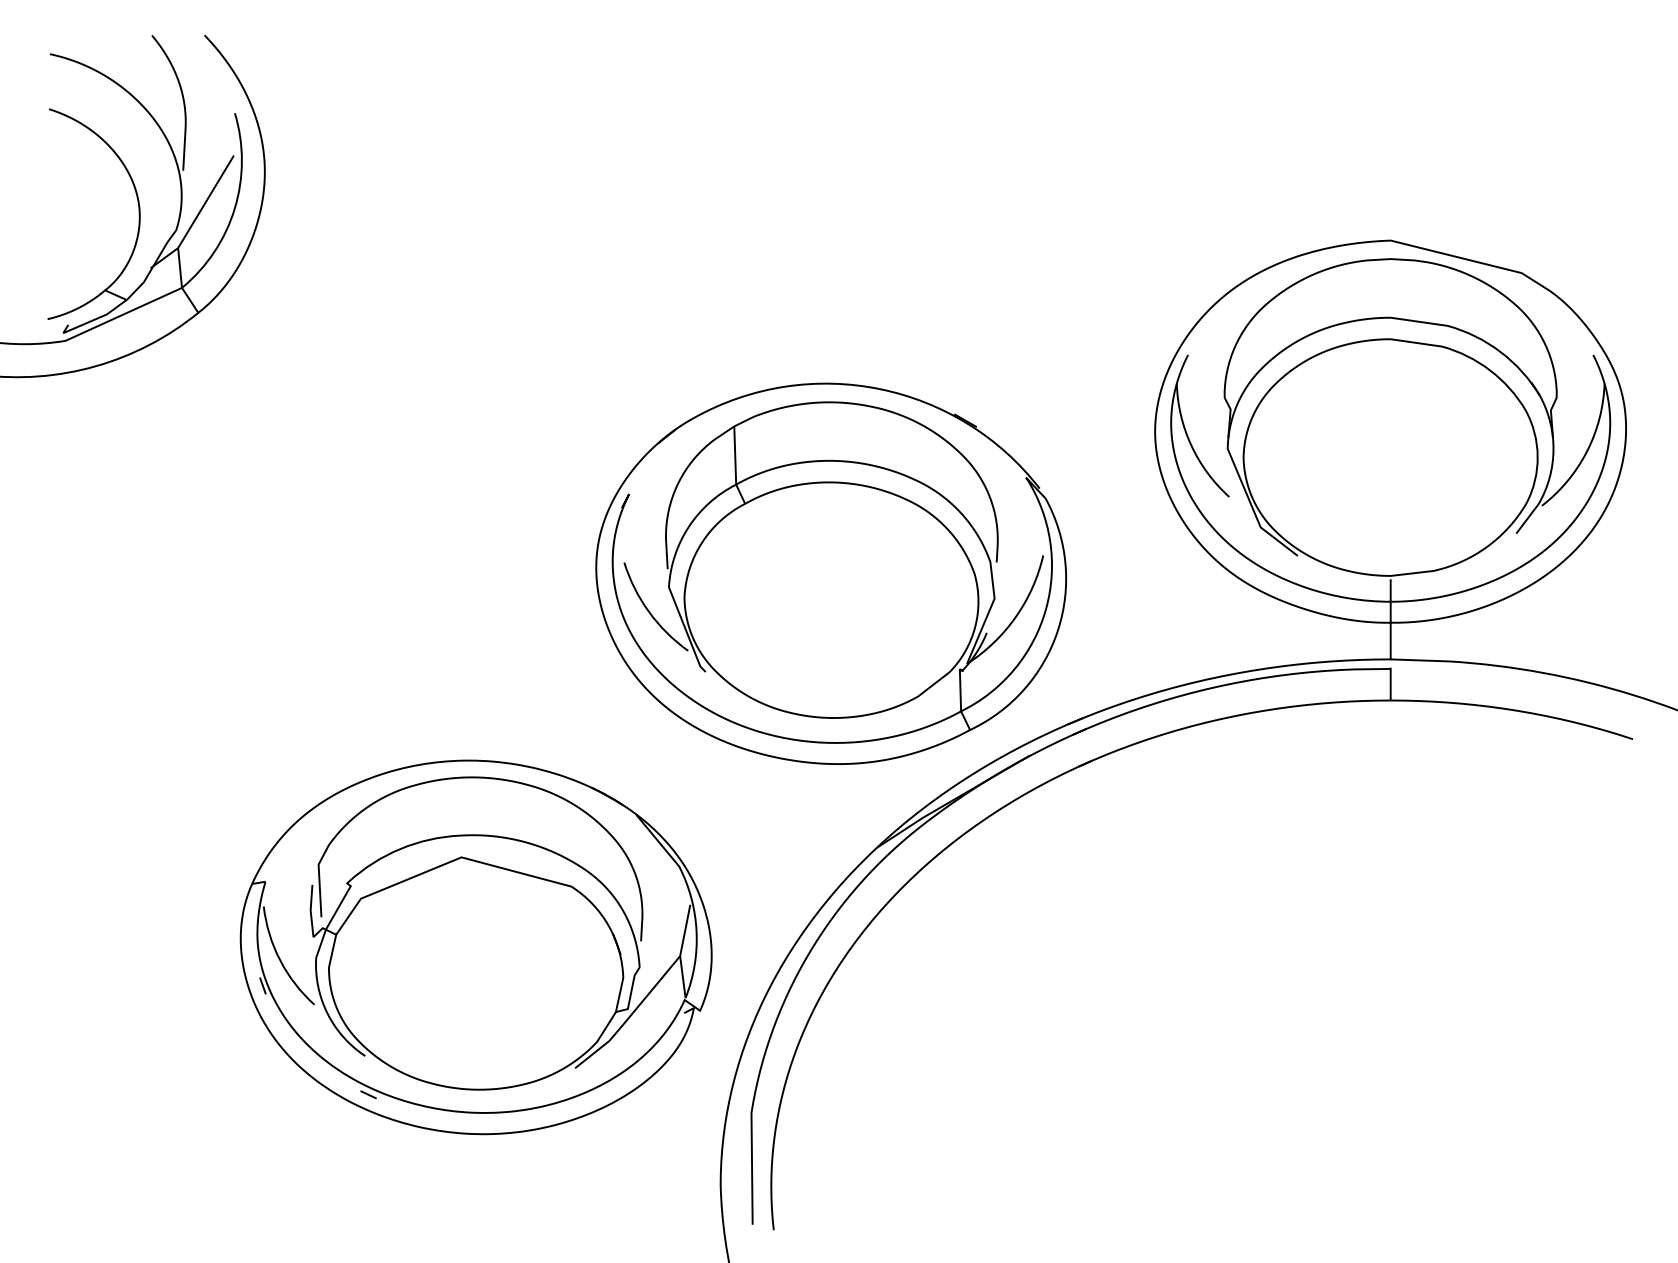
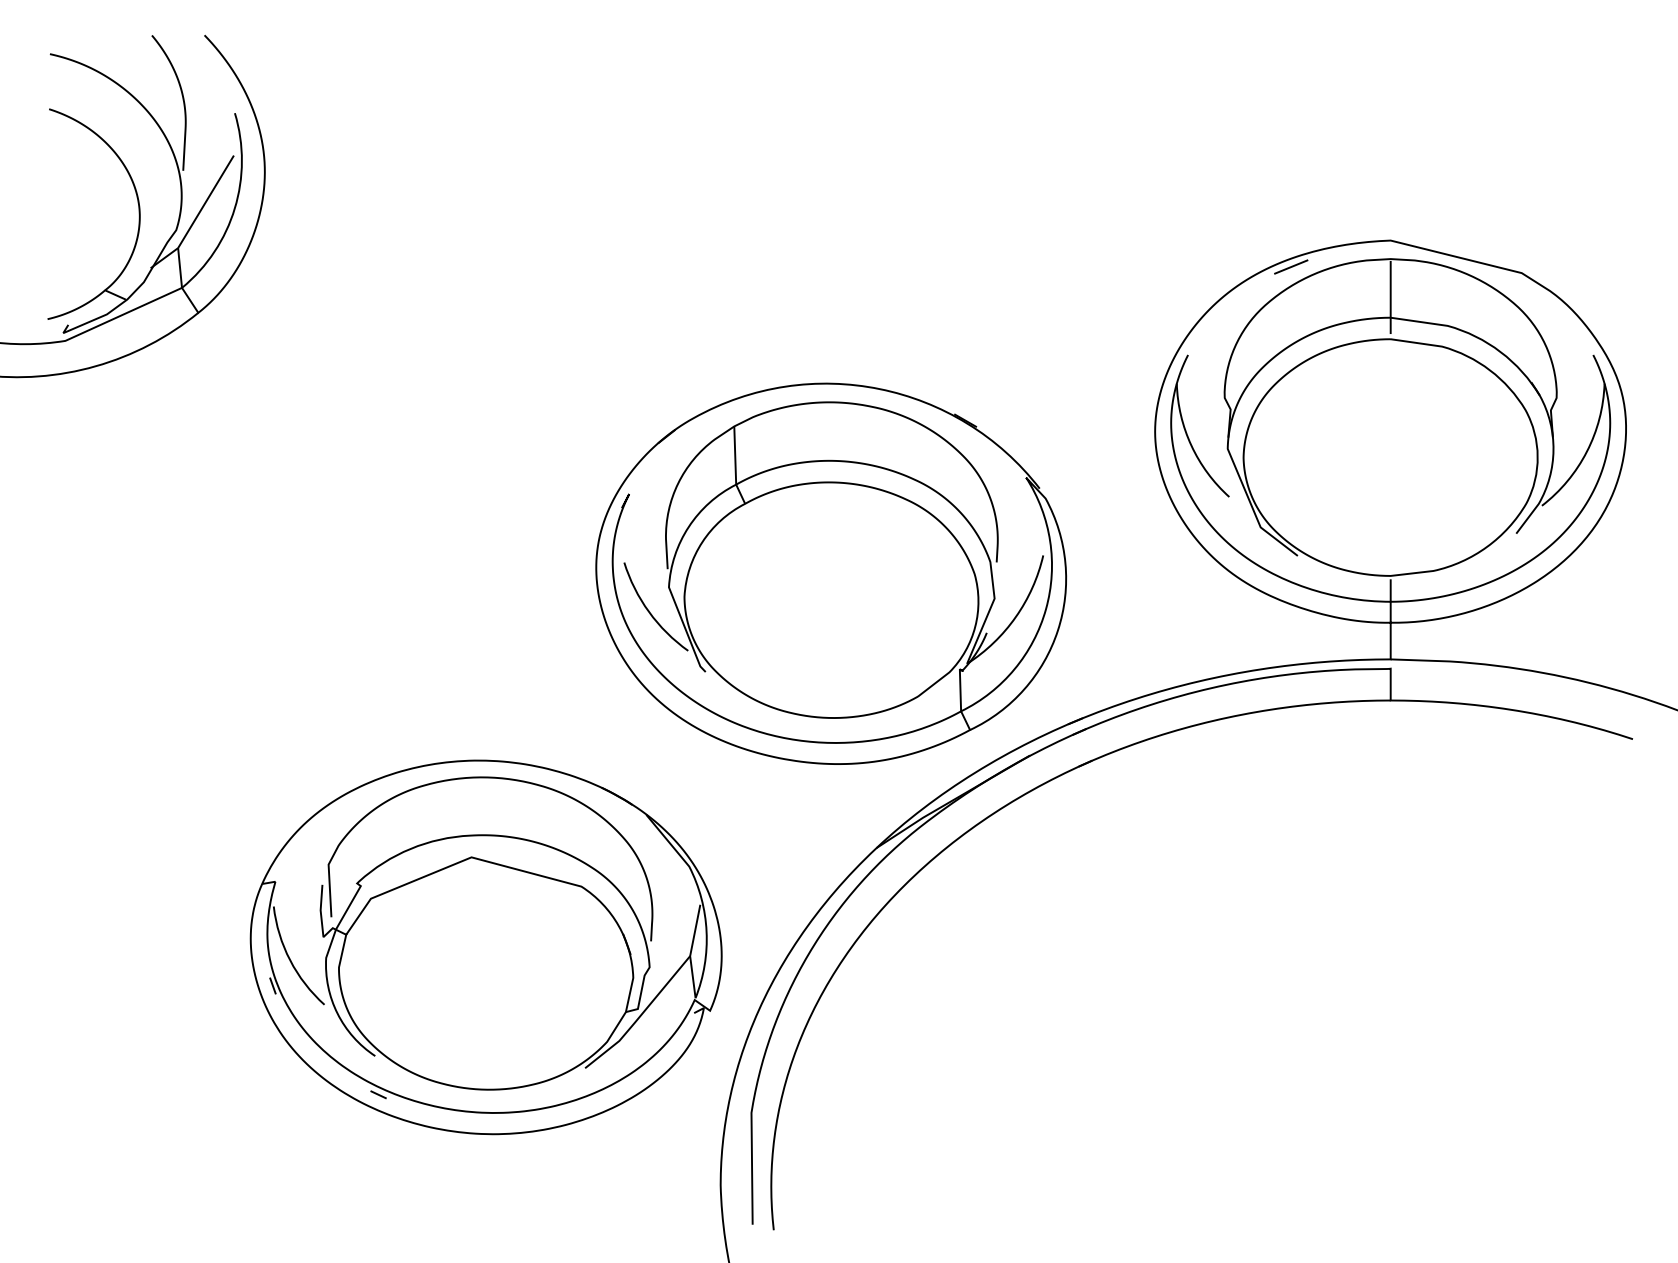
line at (1291, 266): none -> present
line at (1390, 297): none -> present
part at (475, 947) position: (475, 947) -> (485, 947)
